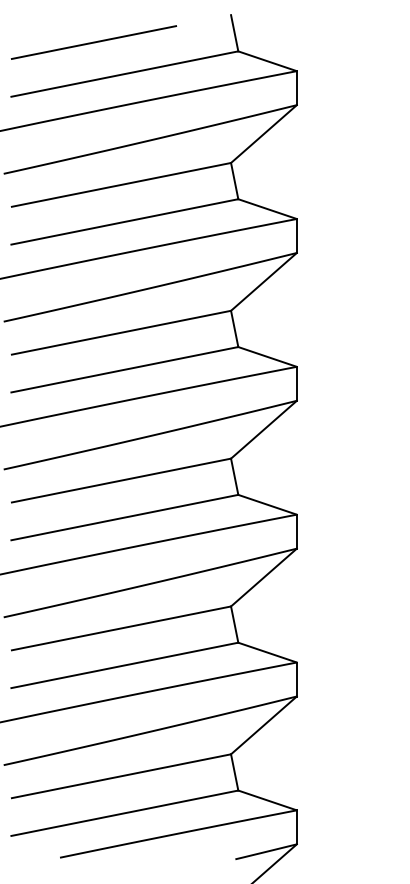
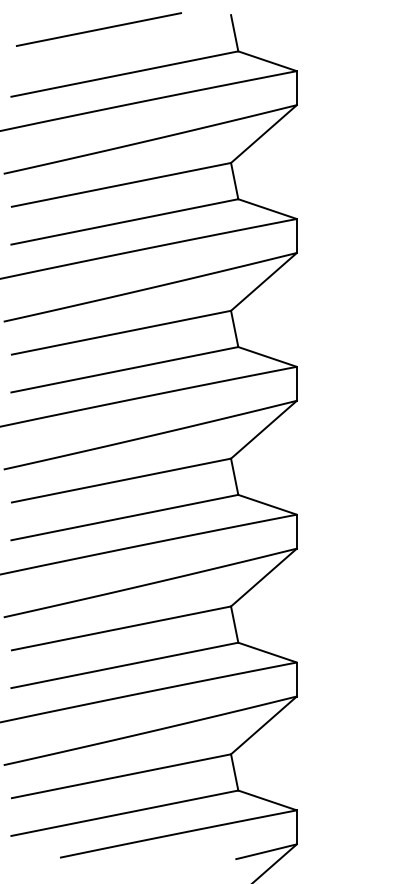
line at (93, 42) position: (93, 42) -> (98, 29)
